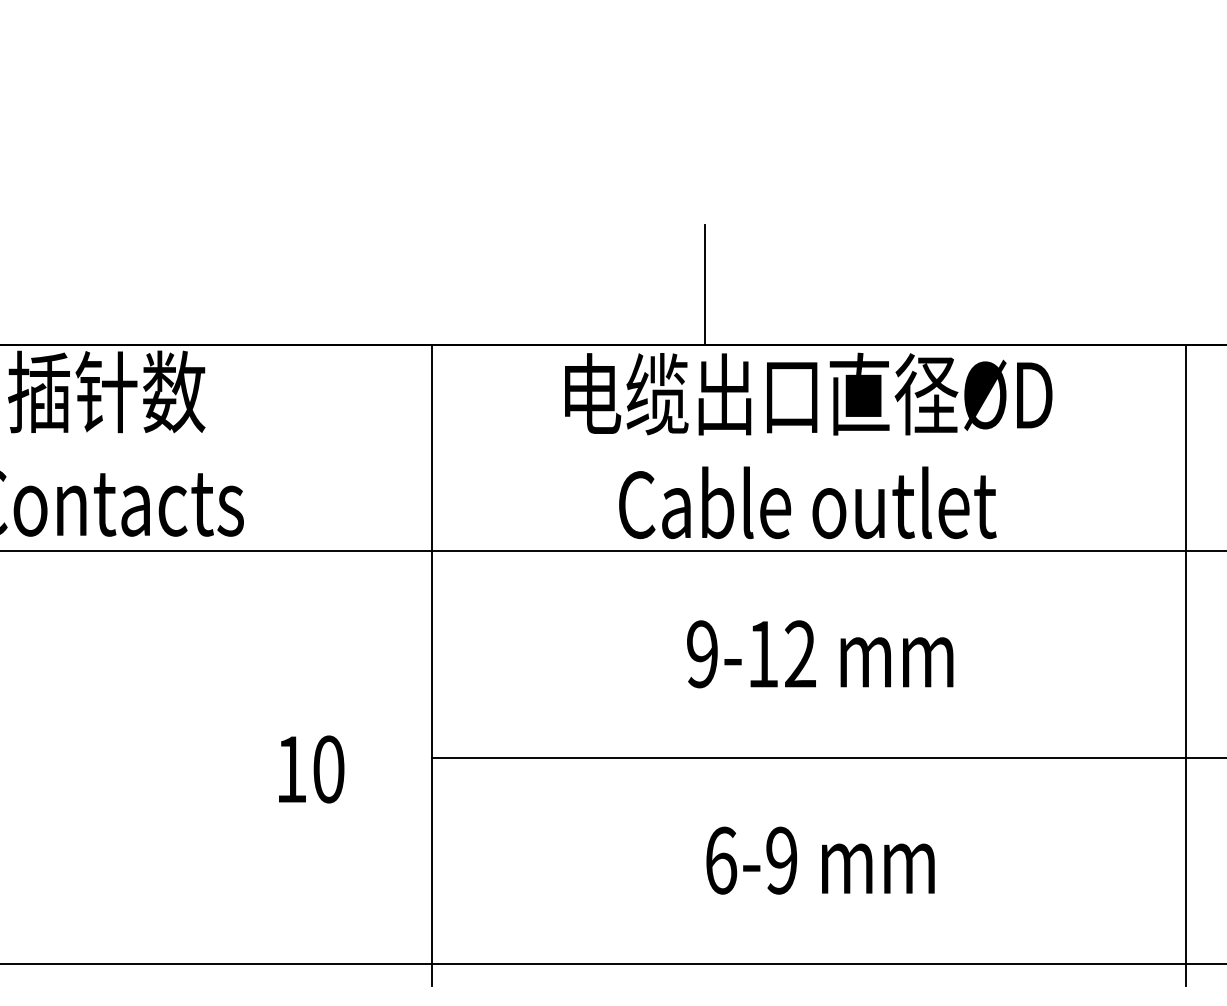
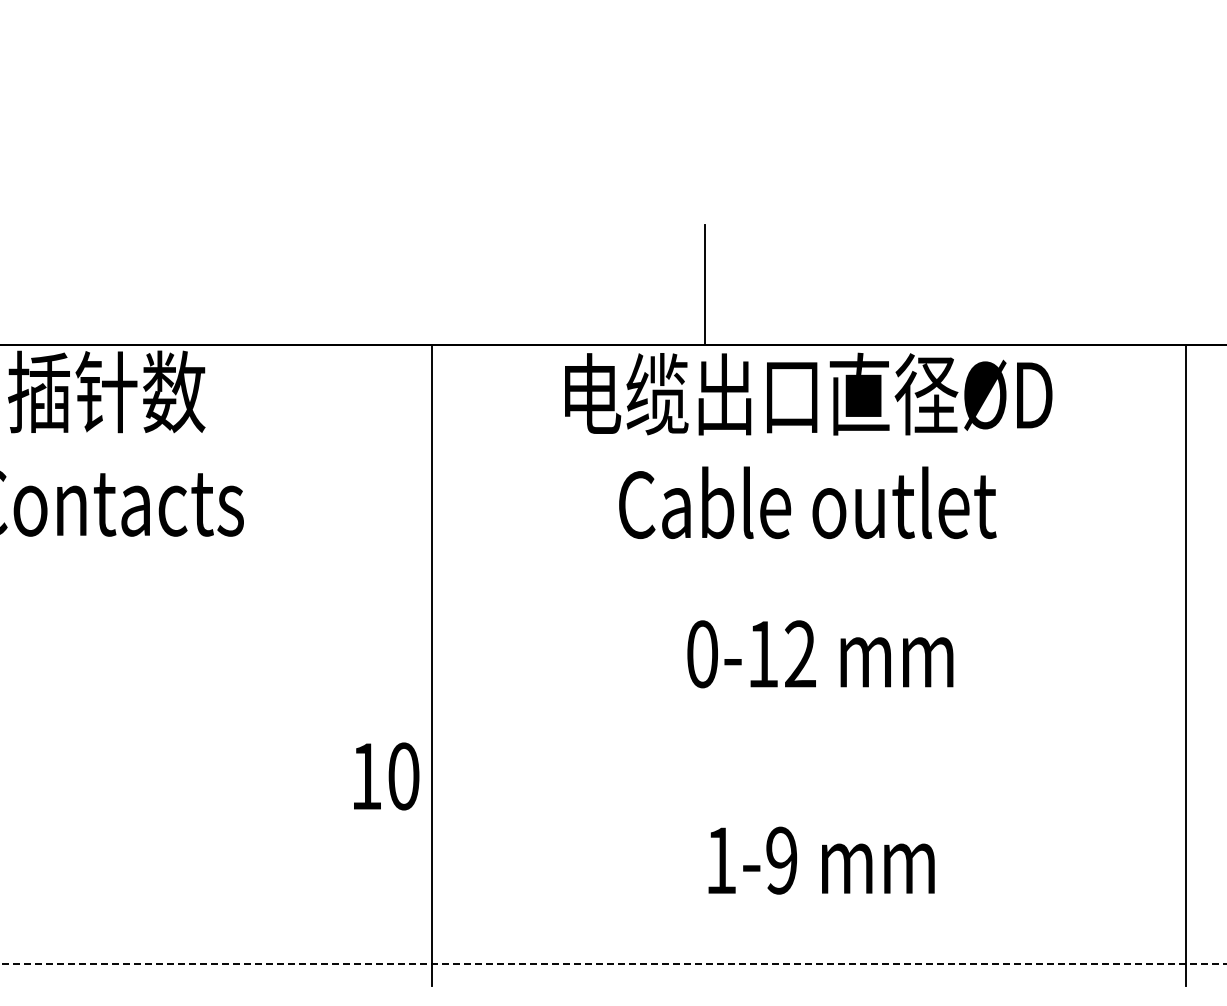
line at (612, 551): present -> none
text at (702, 654): 9-12 -> 0-12
line at (827, 757): present -> none
text at (311, 769) position: (311, 769) -> (386, 776)
text at (721, 860): 6-9 -> 1-9
line at (613, 963): solid -> dashed
